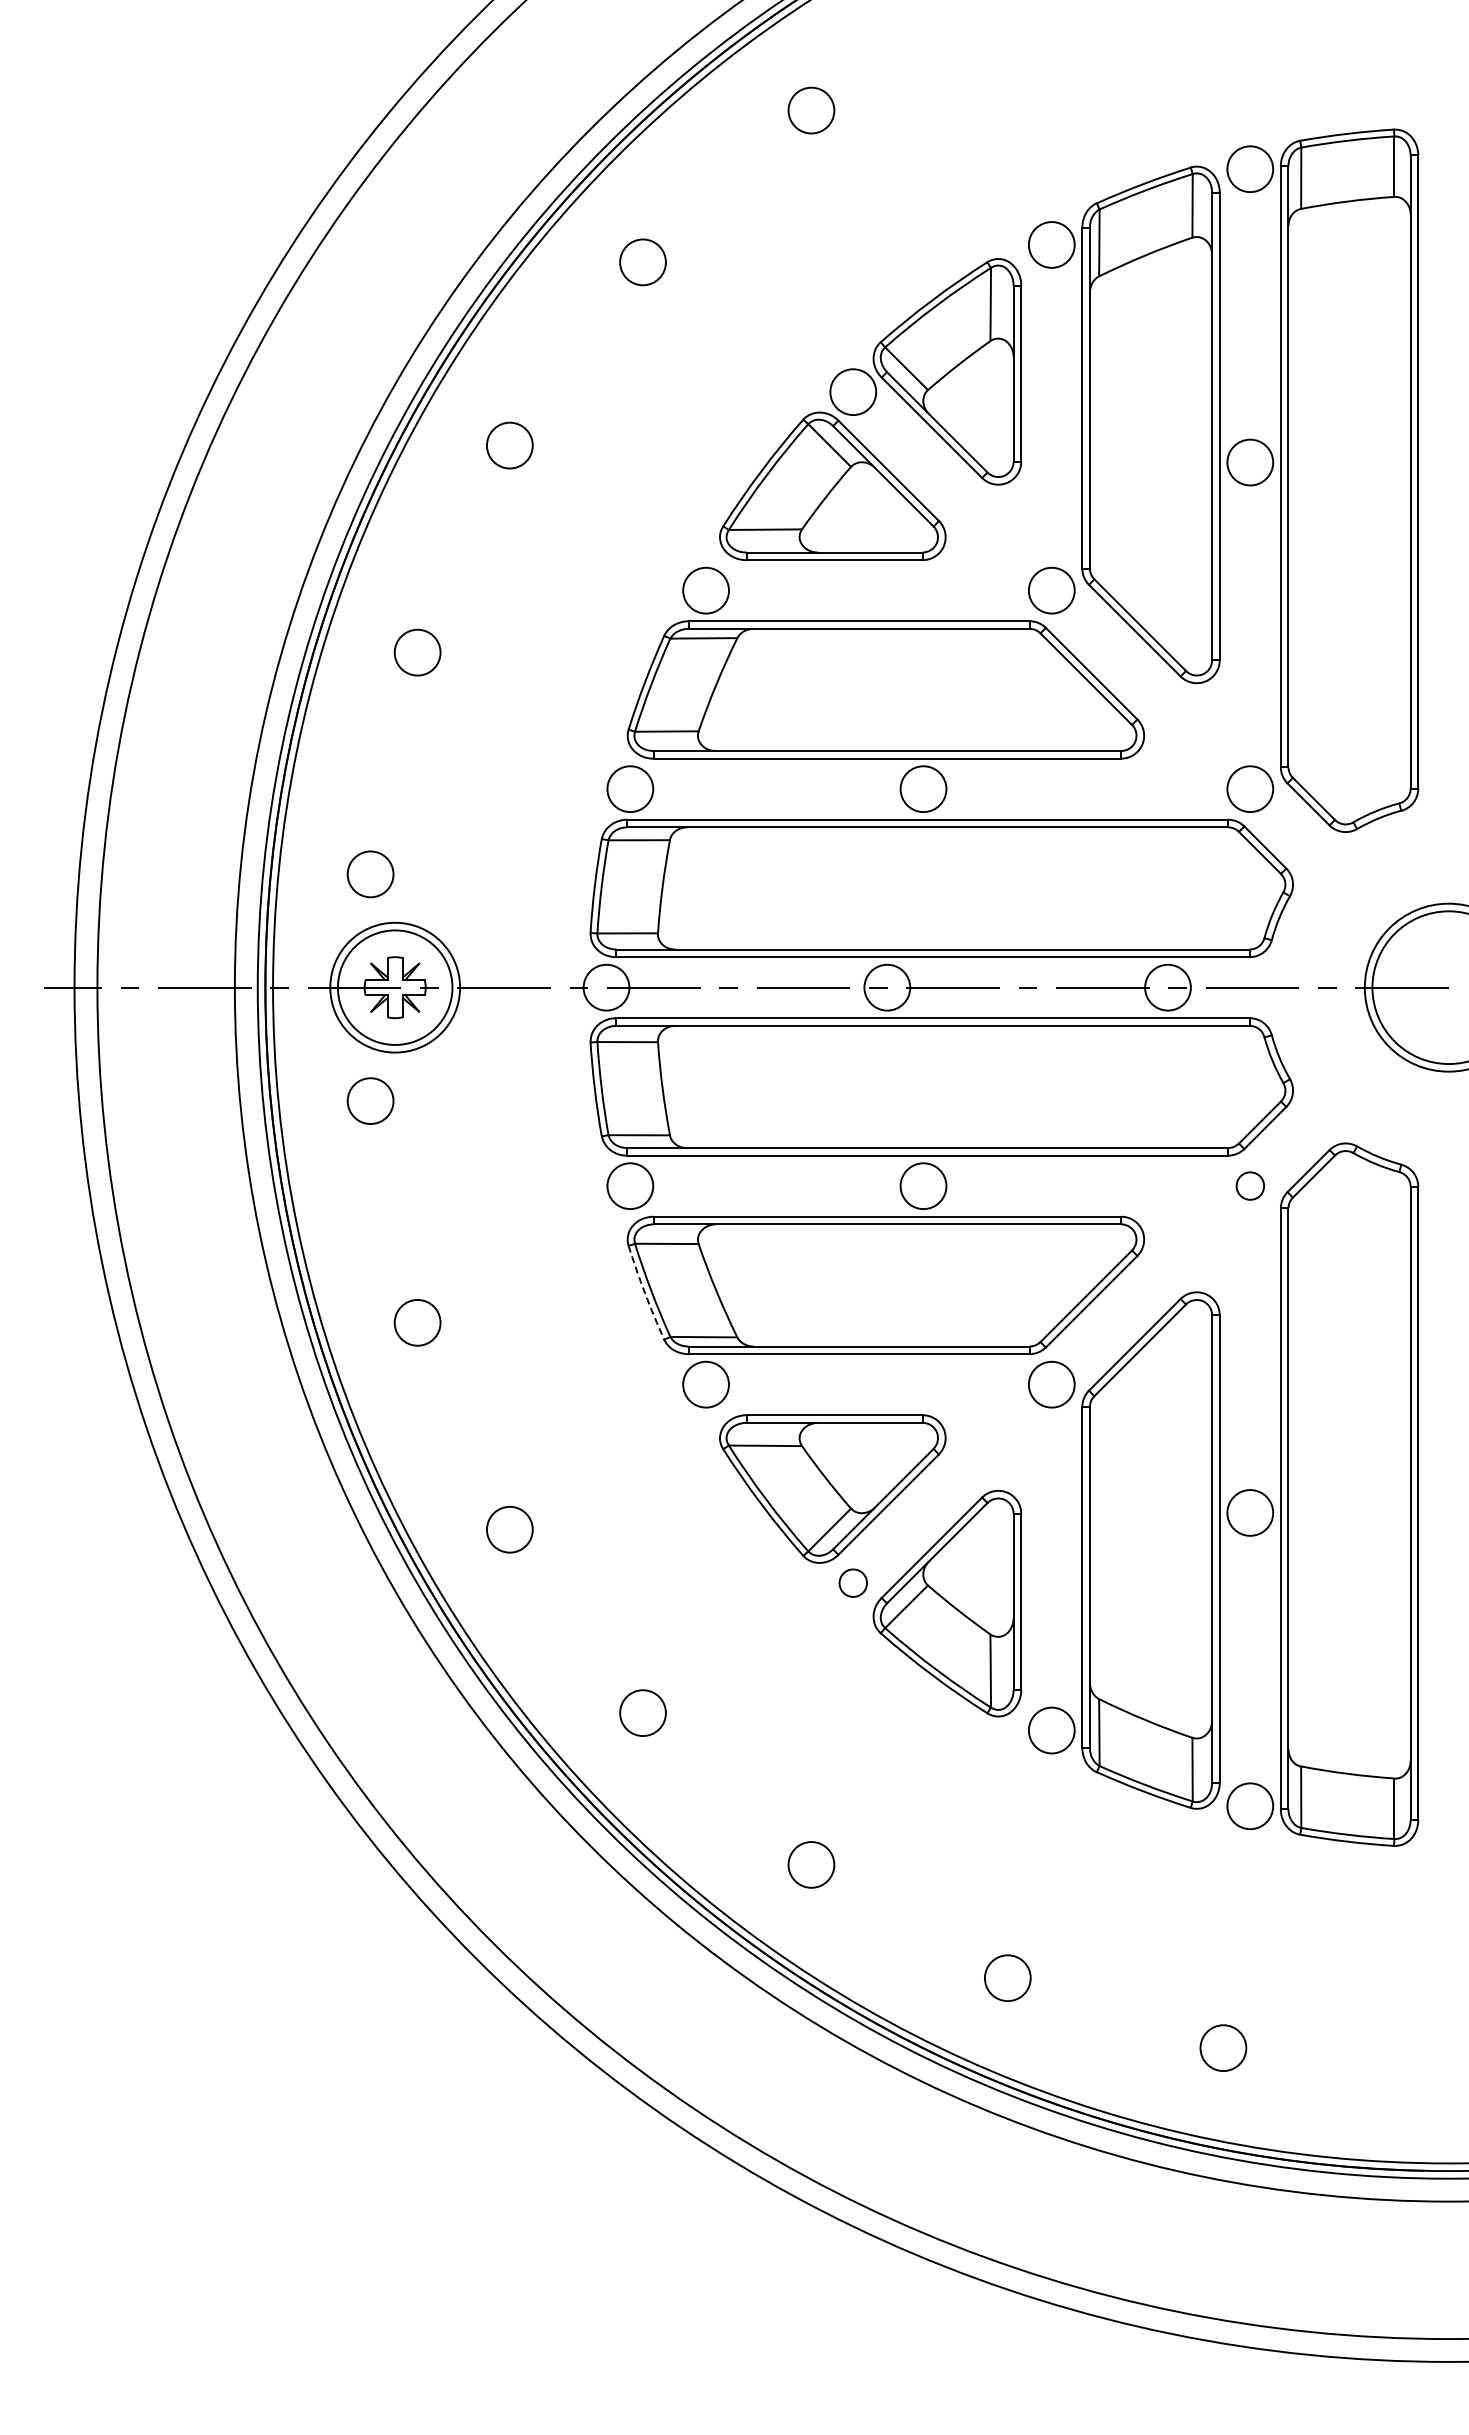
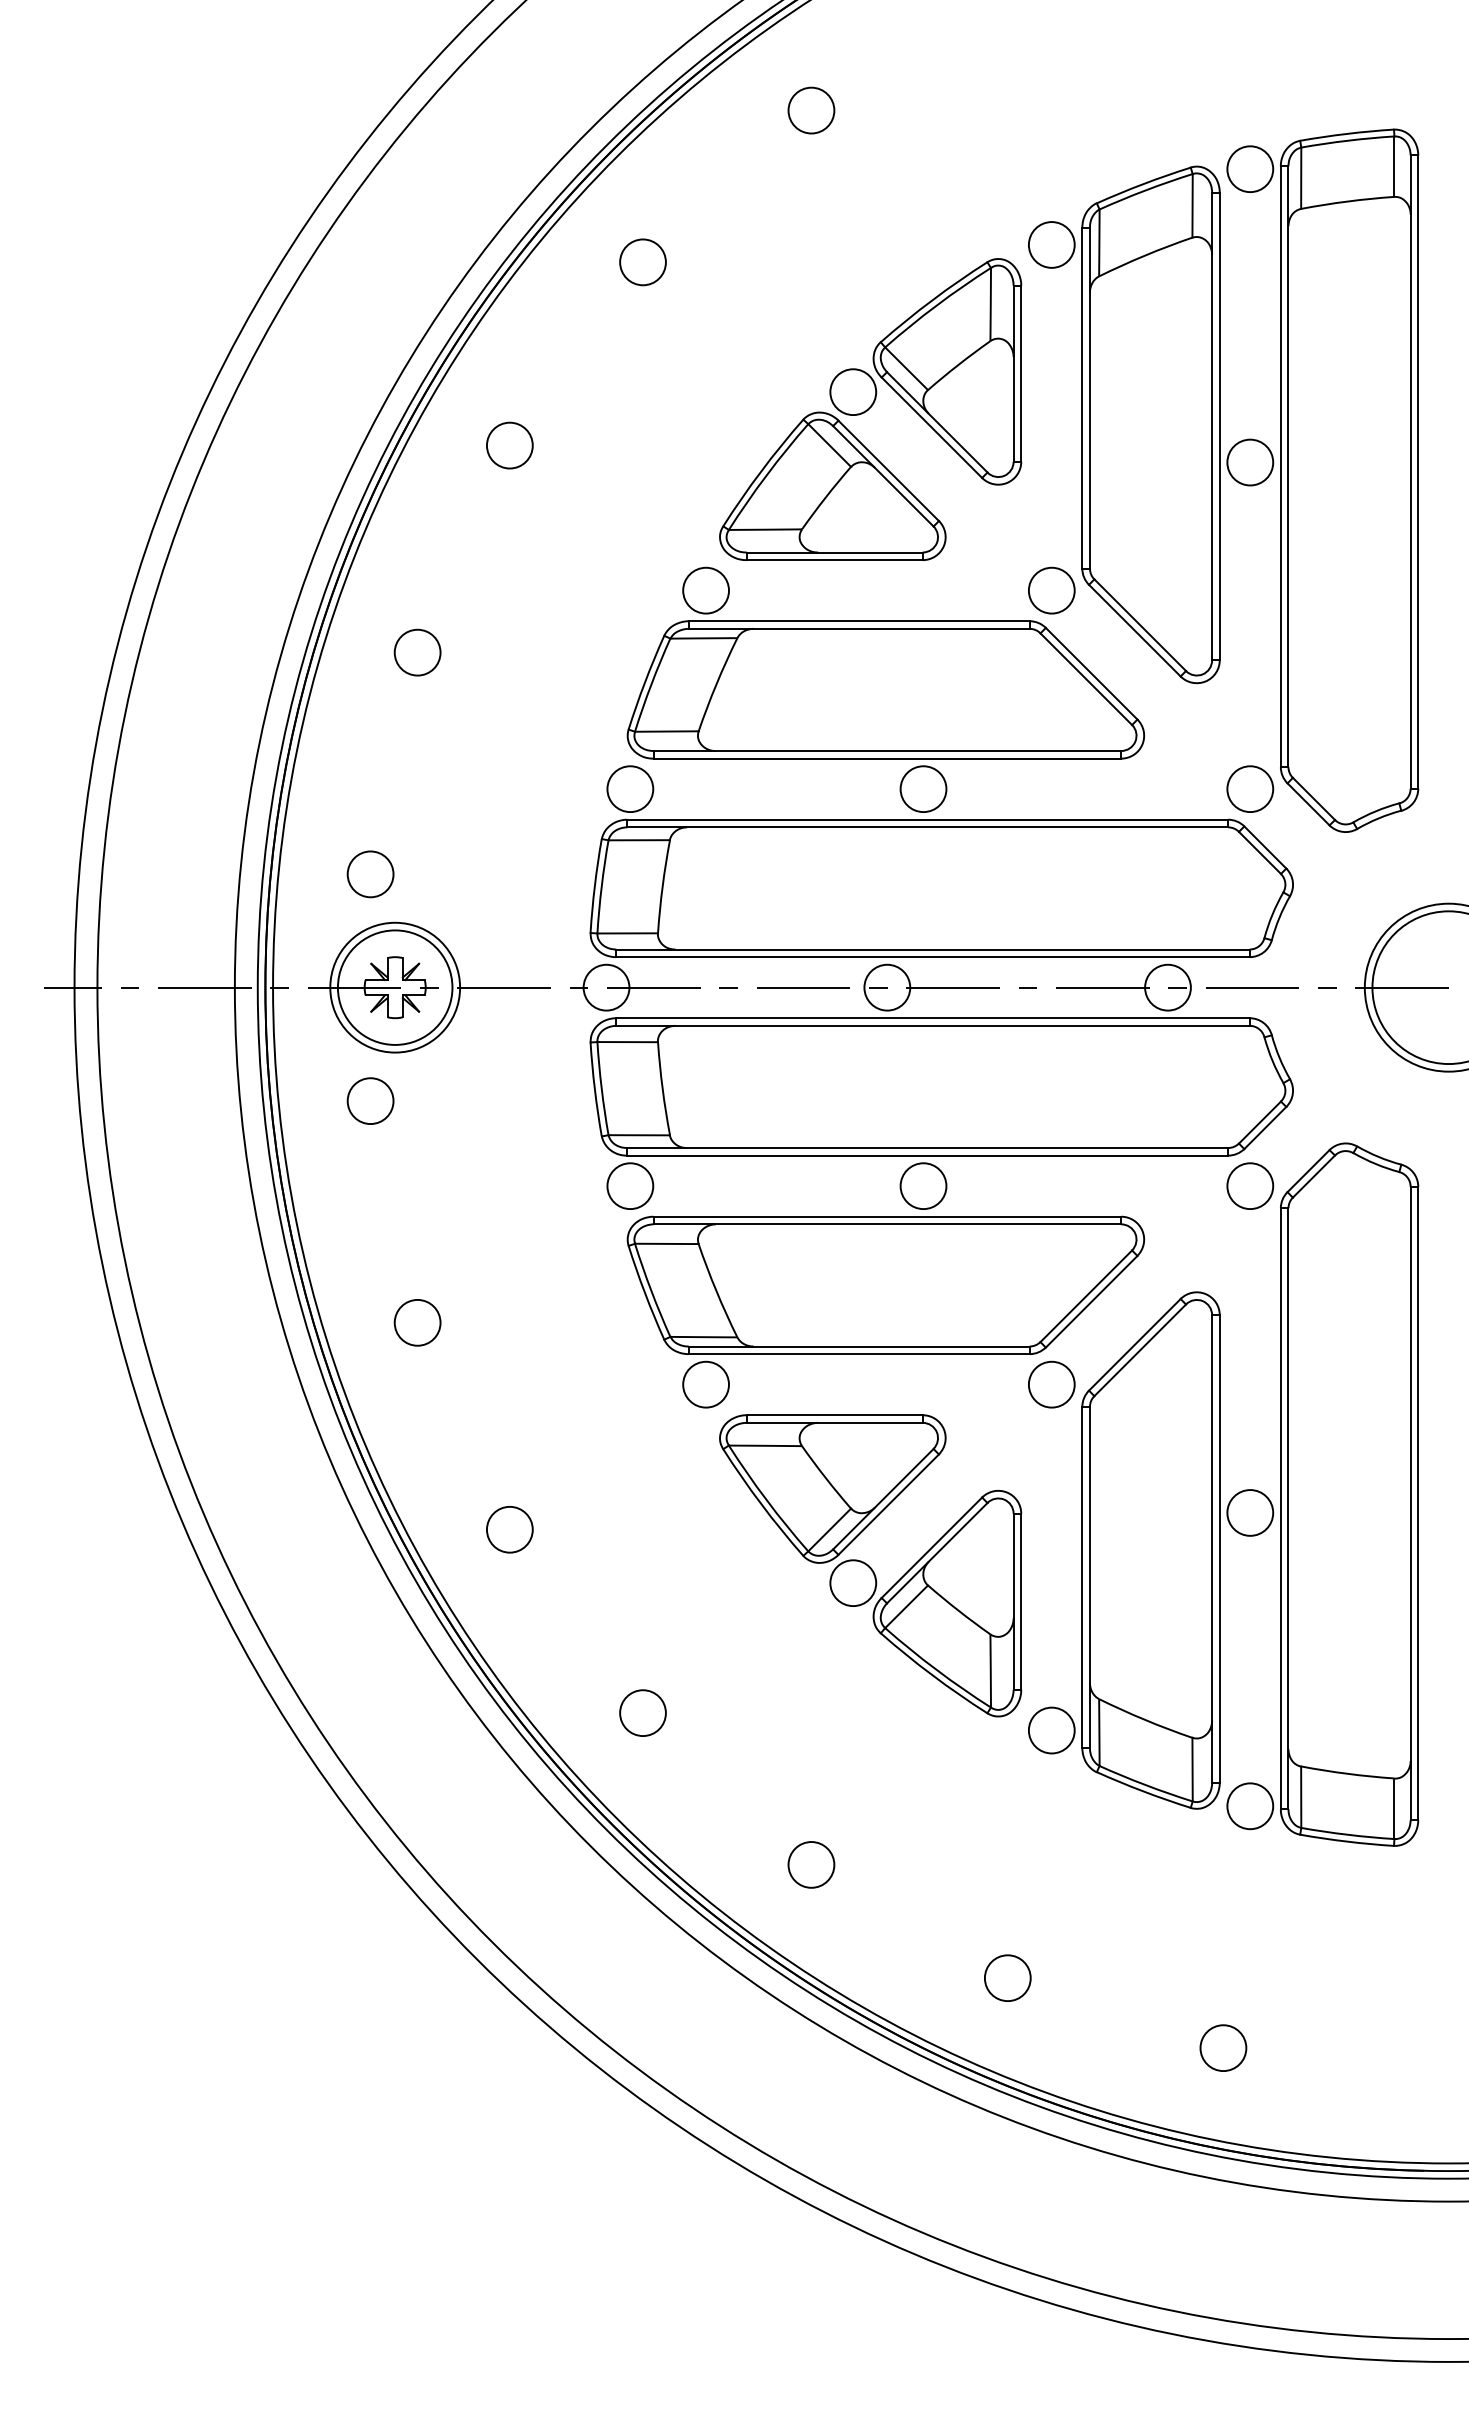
circle at (1249, 1185) size: 30x30 px -> 49x48 px
arc at (645, 1293): dashed -> solid
circle at (853, 1582) diameter: 27 px -> 46 px
